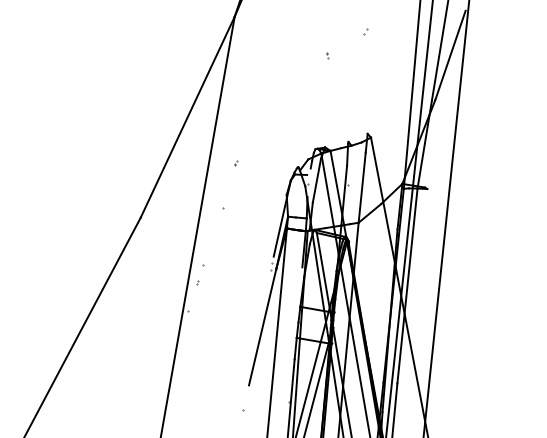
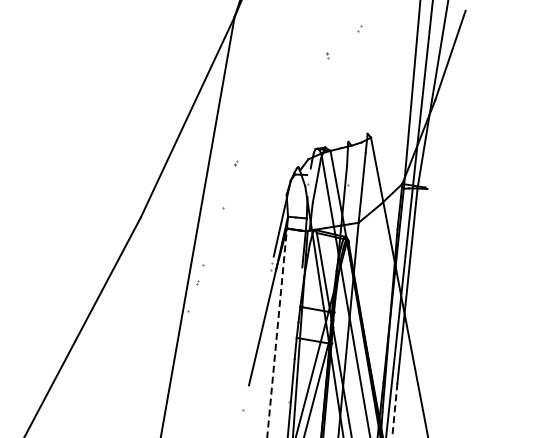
part at (365, 31) position: (365, 31) -> (359, 28)
line at (446, 218): present -> none
line at (277, 332): solid -> dashed
line at (394, 410): solid -> dashed
